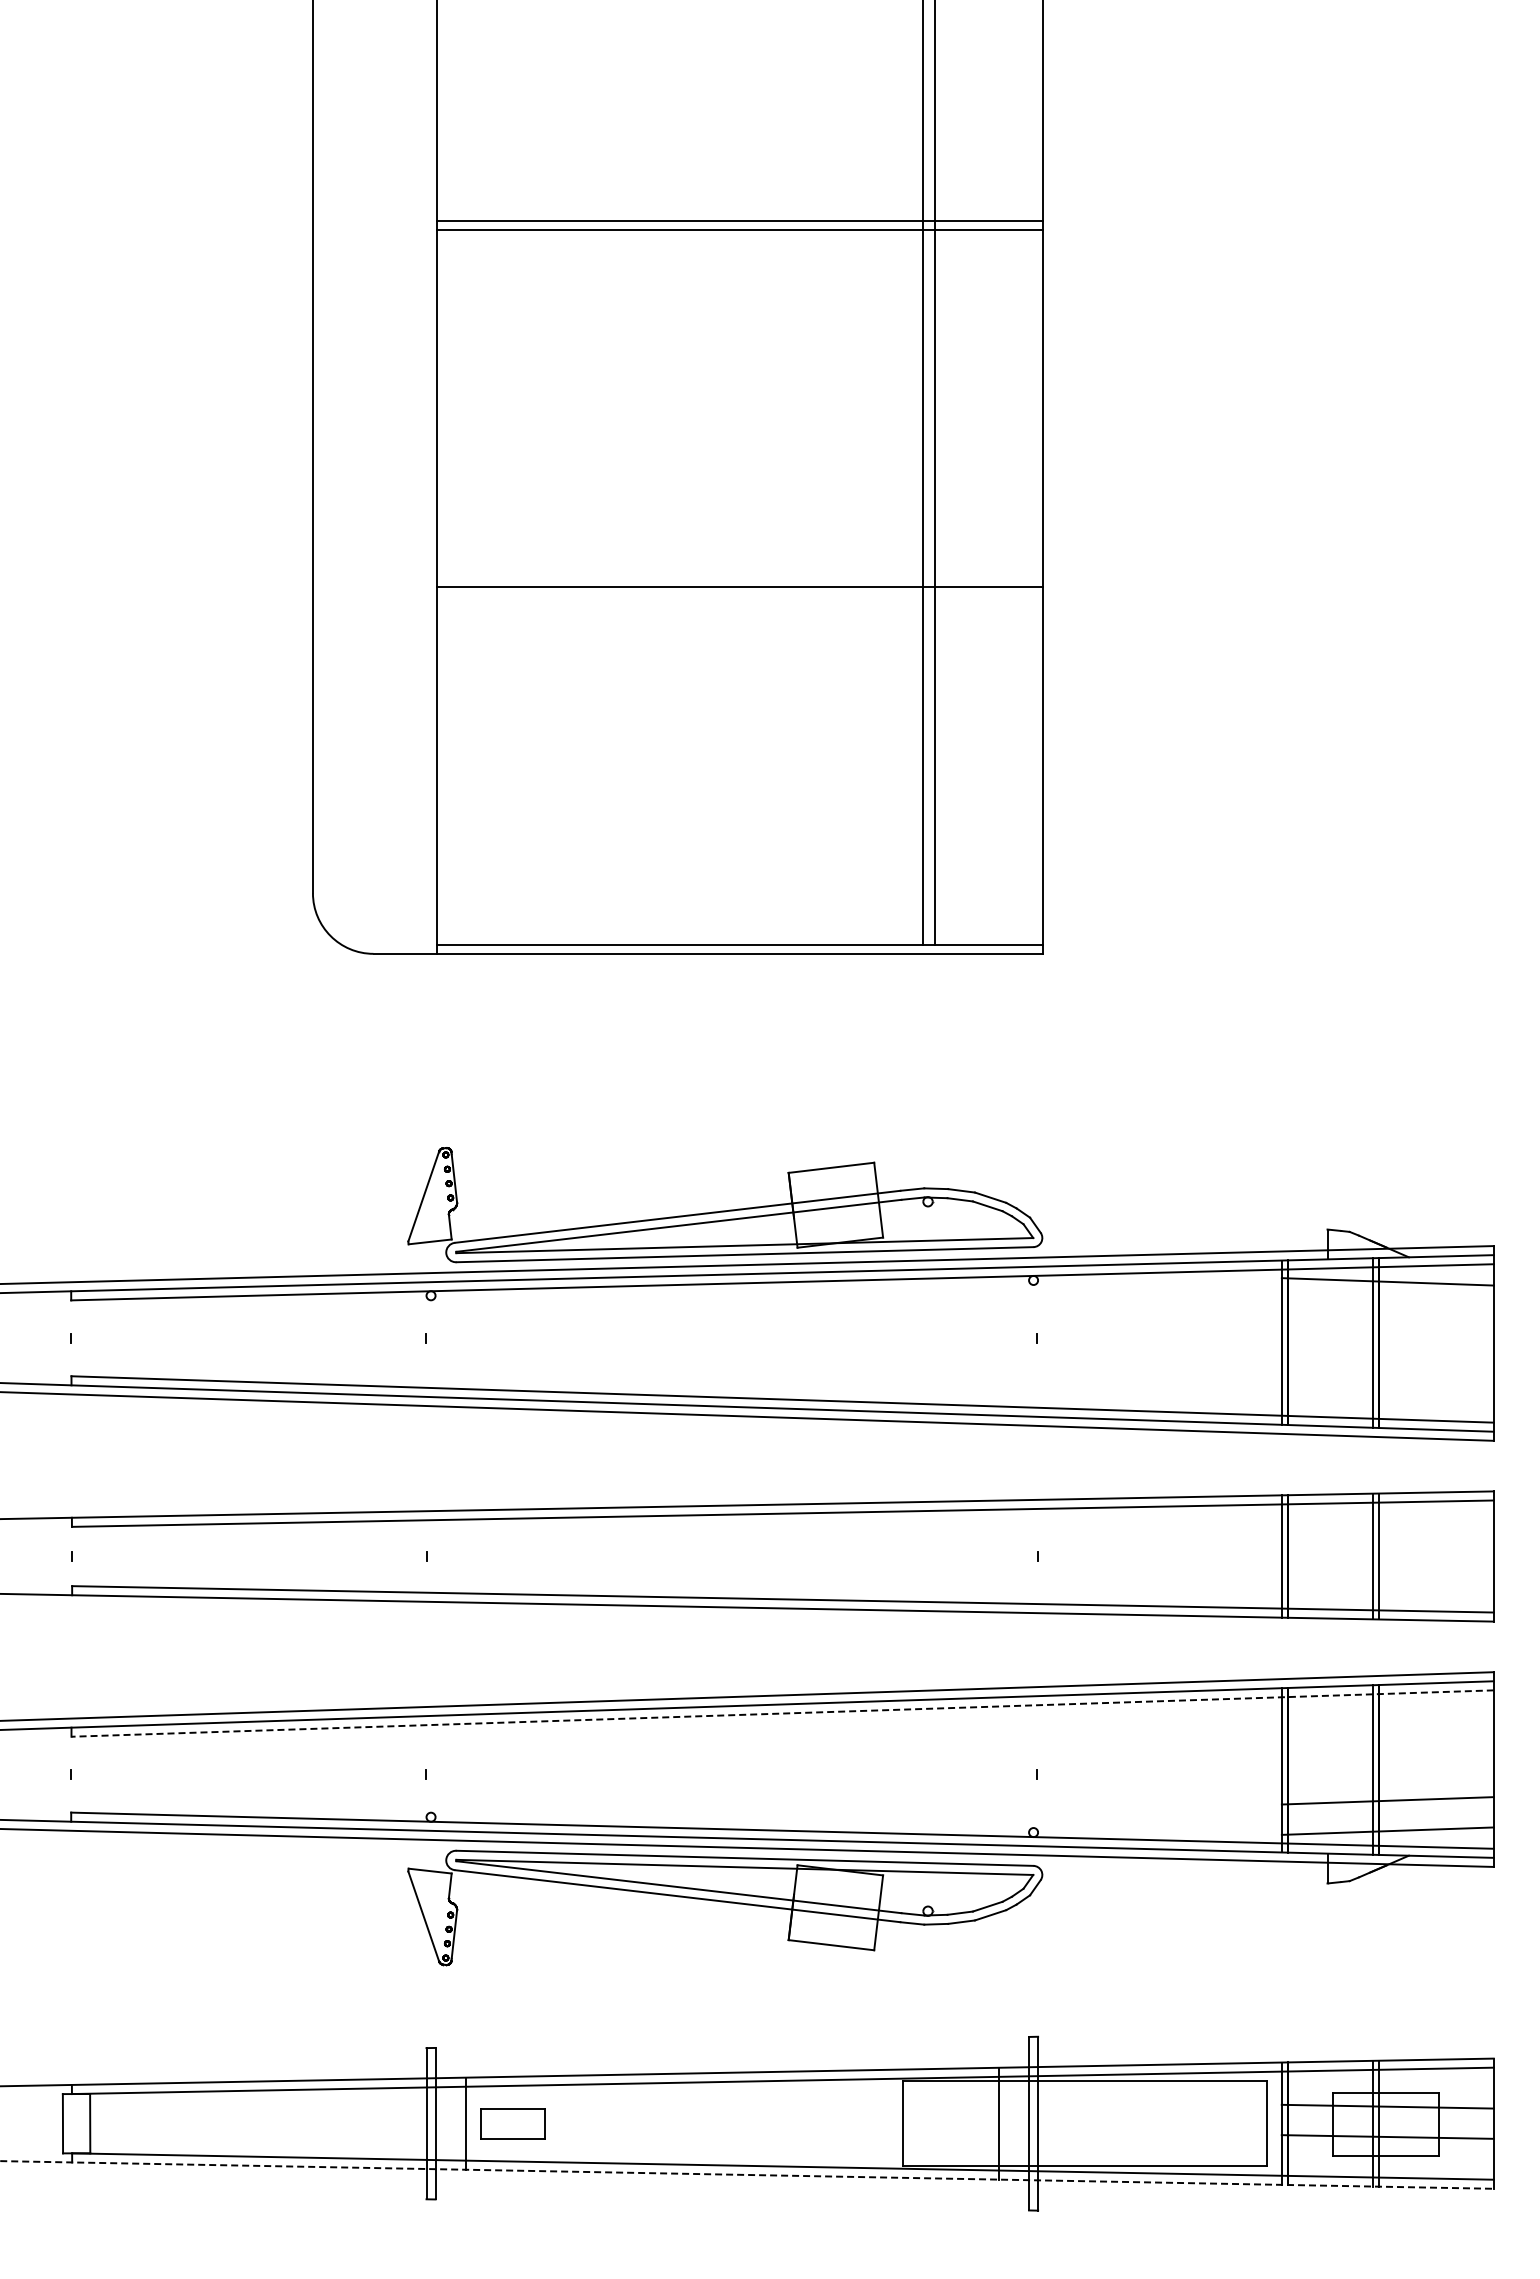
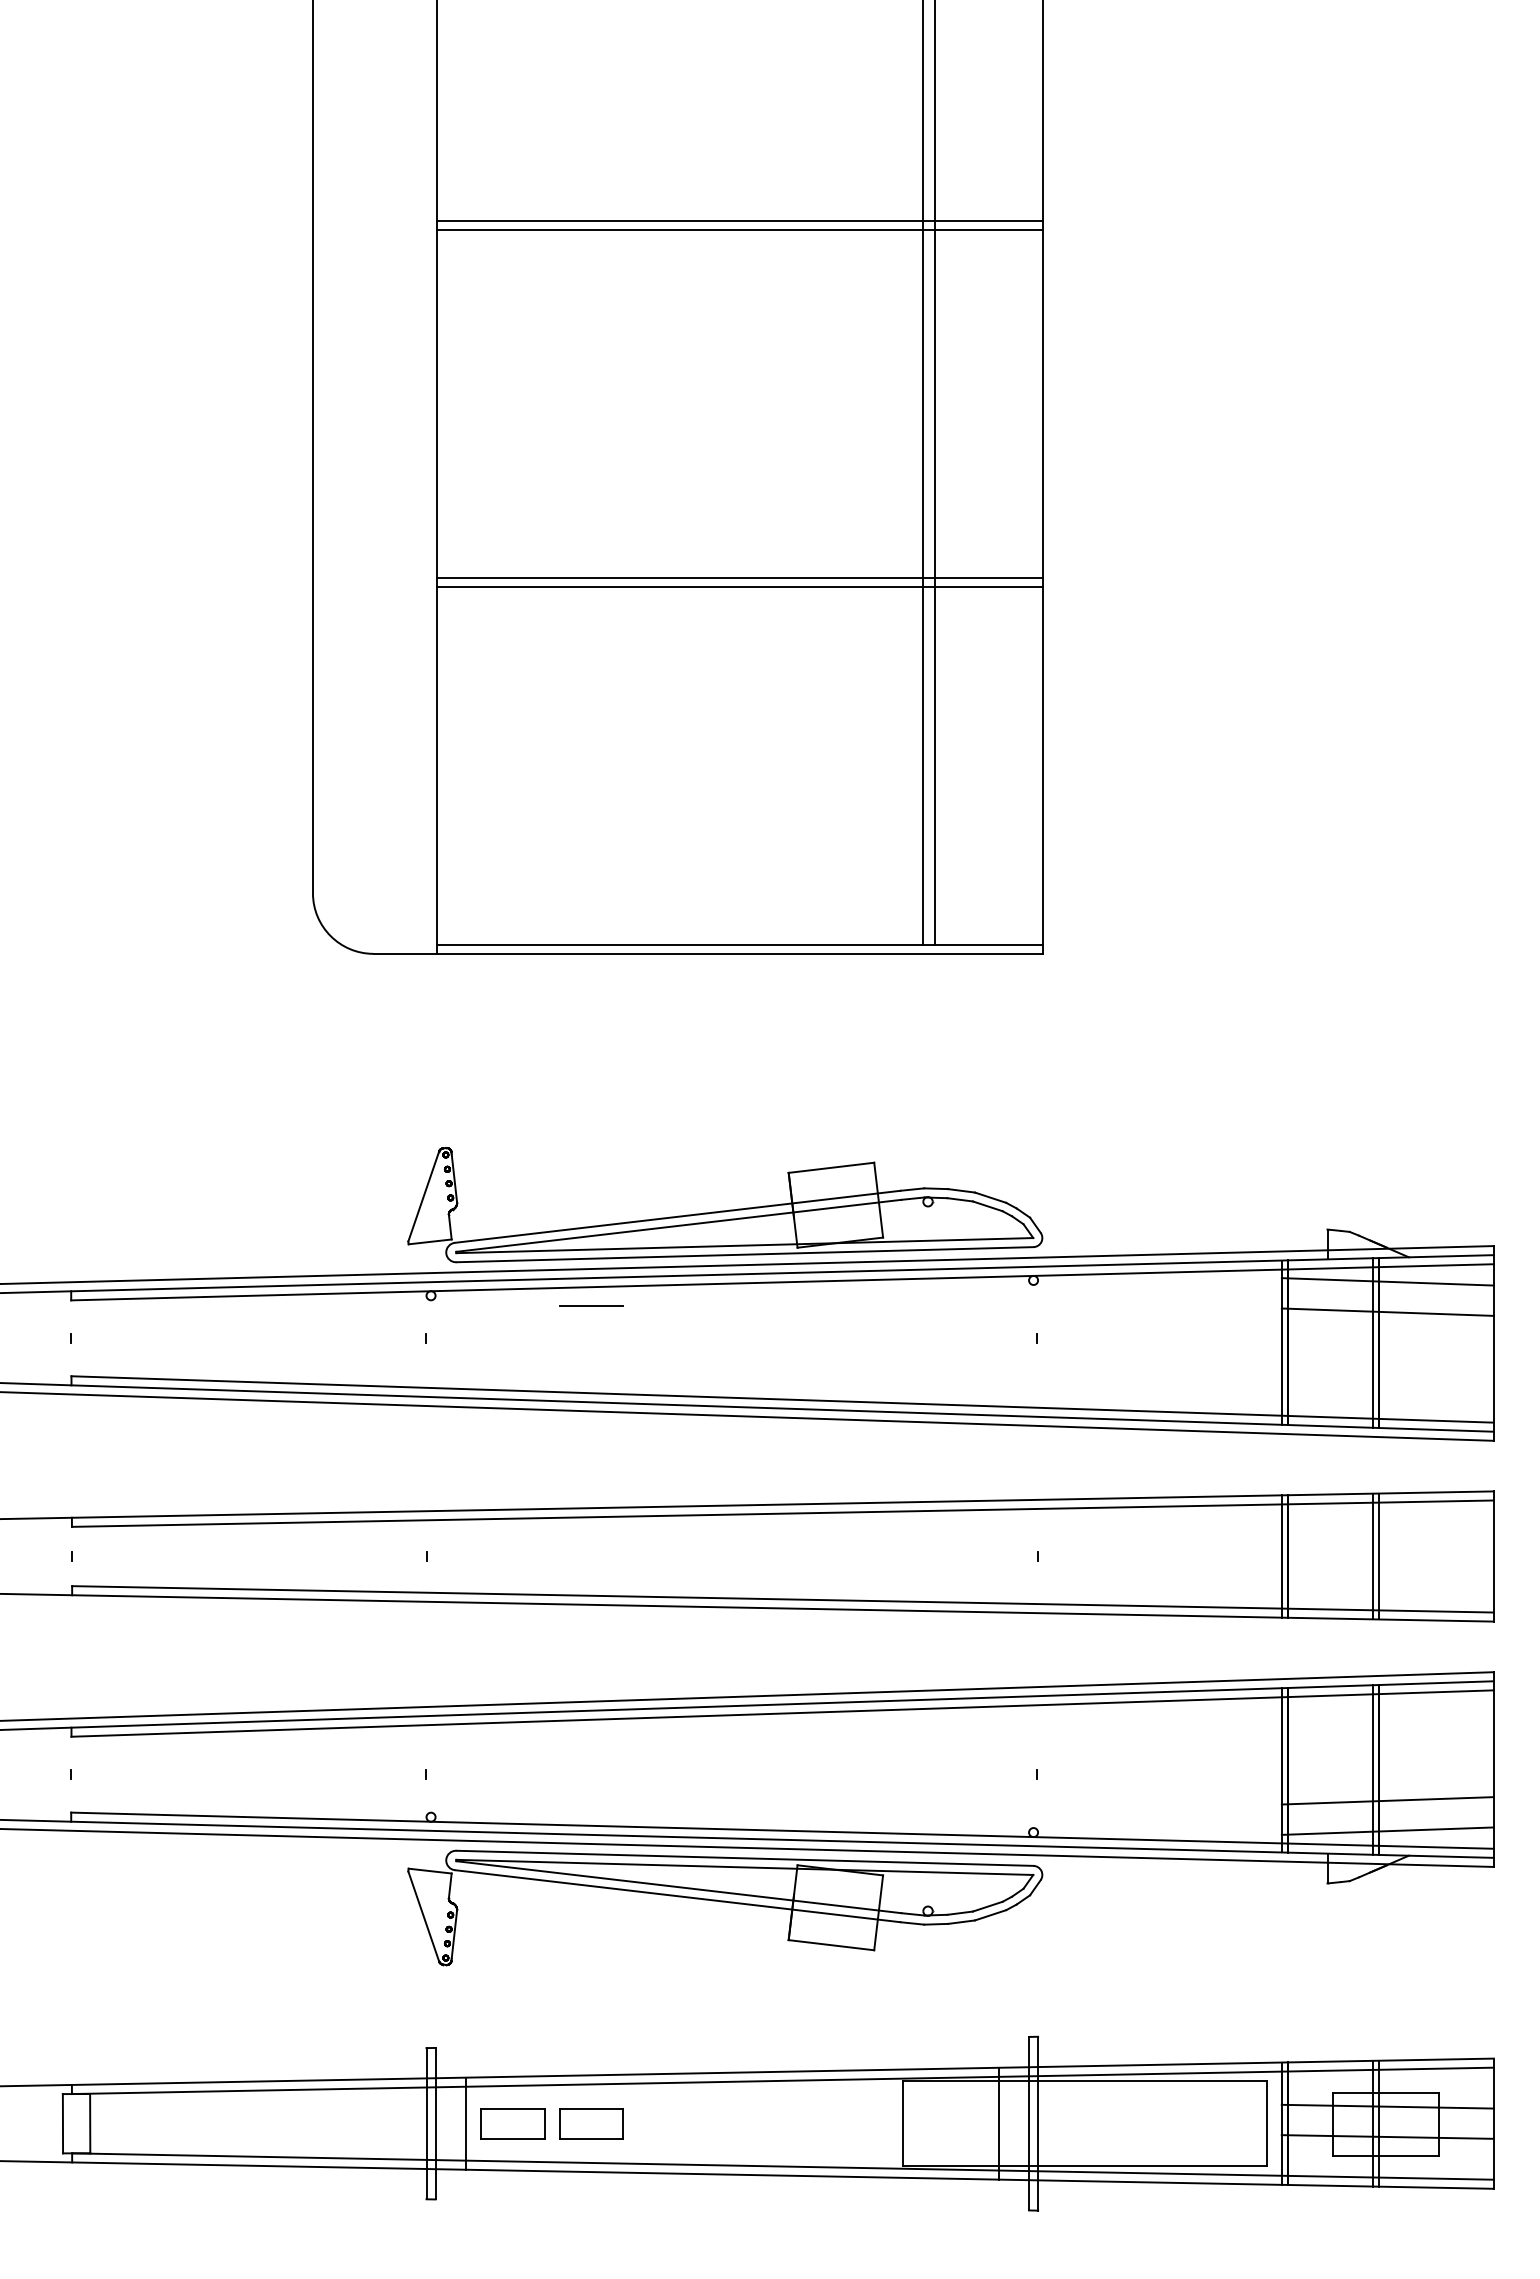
line at (739, 578): none -> present
line at (591, 1306): none -> present
line at (1387, 1311): none -> present
line at (782, 1713): dashed -> solid
part at (591, 2123): none -> present
line at (747, 2174): dashed -> solid
